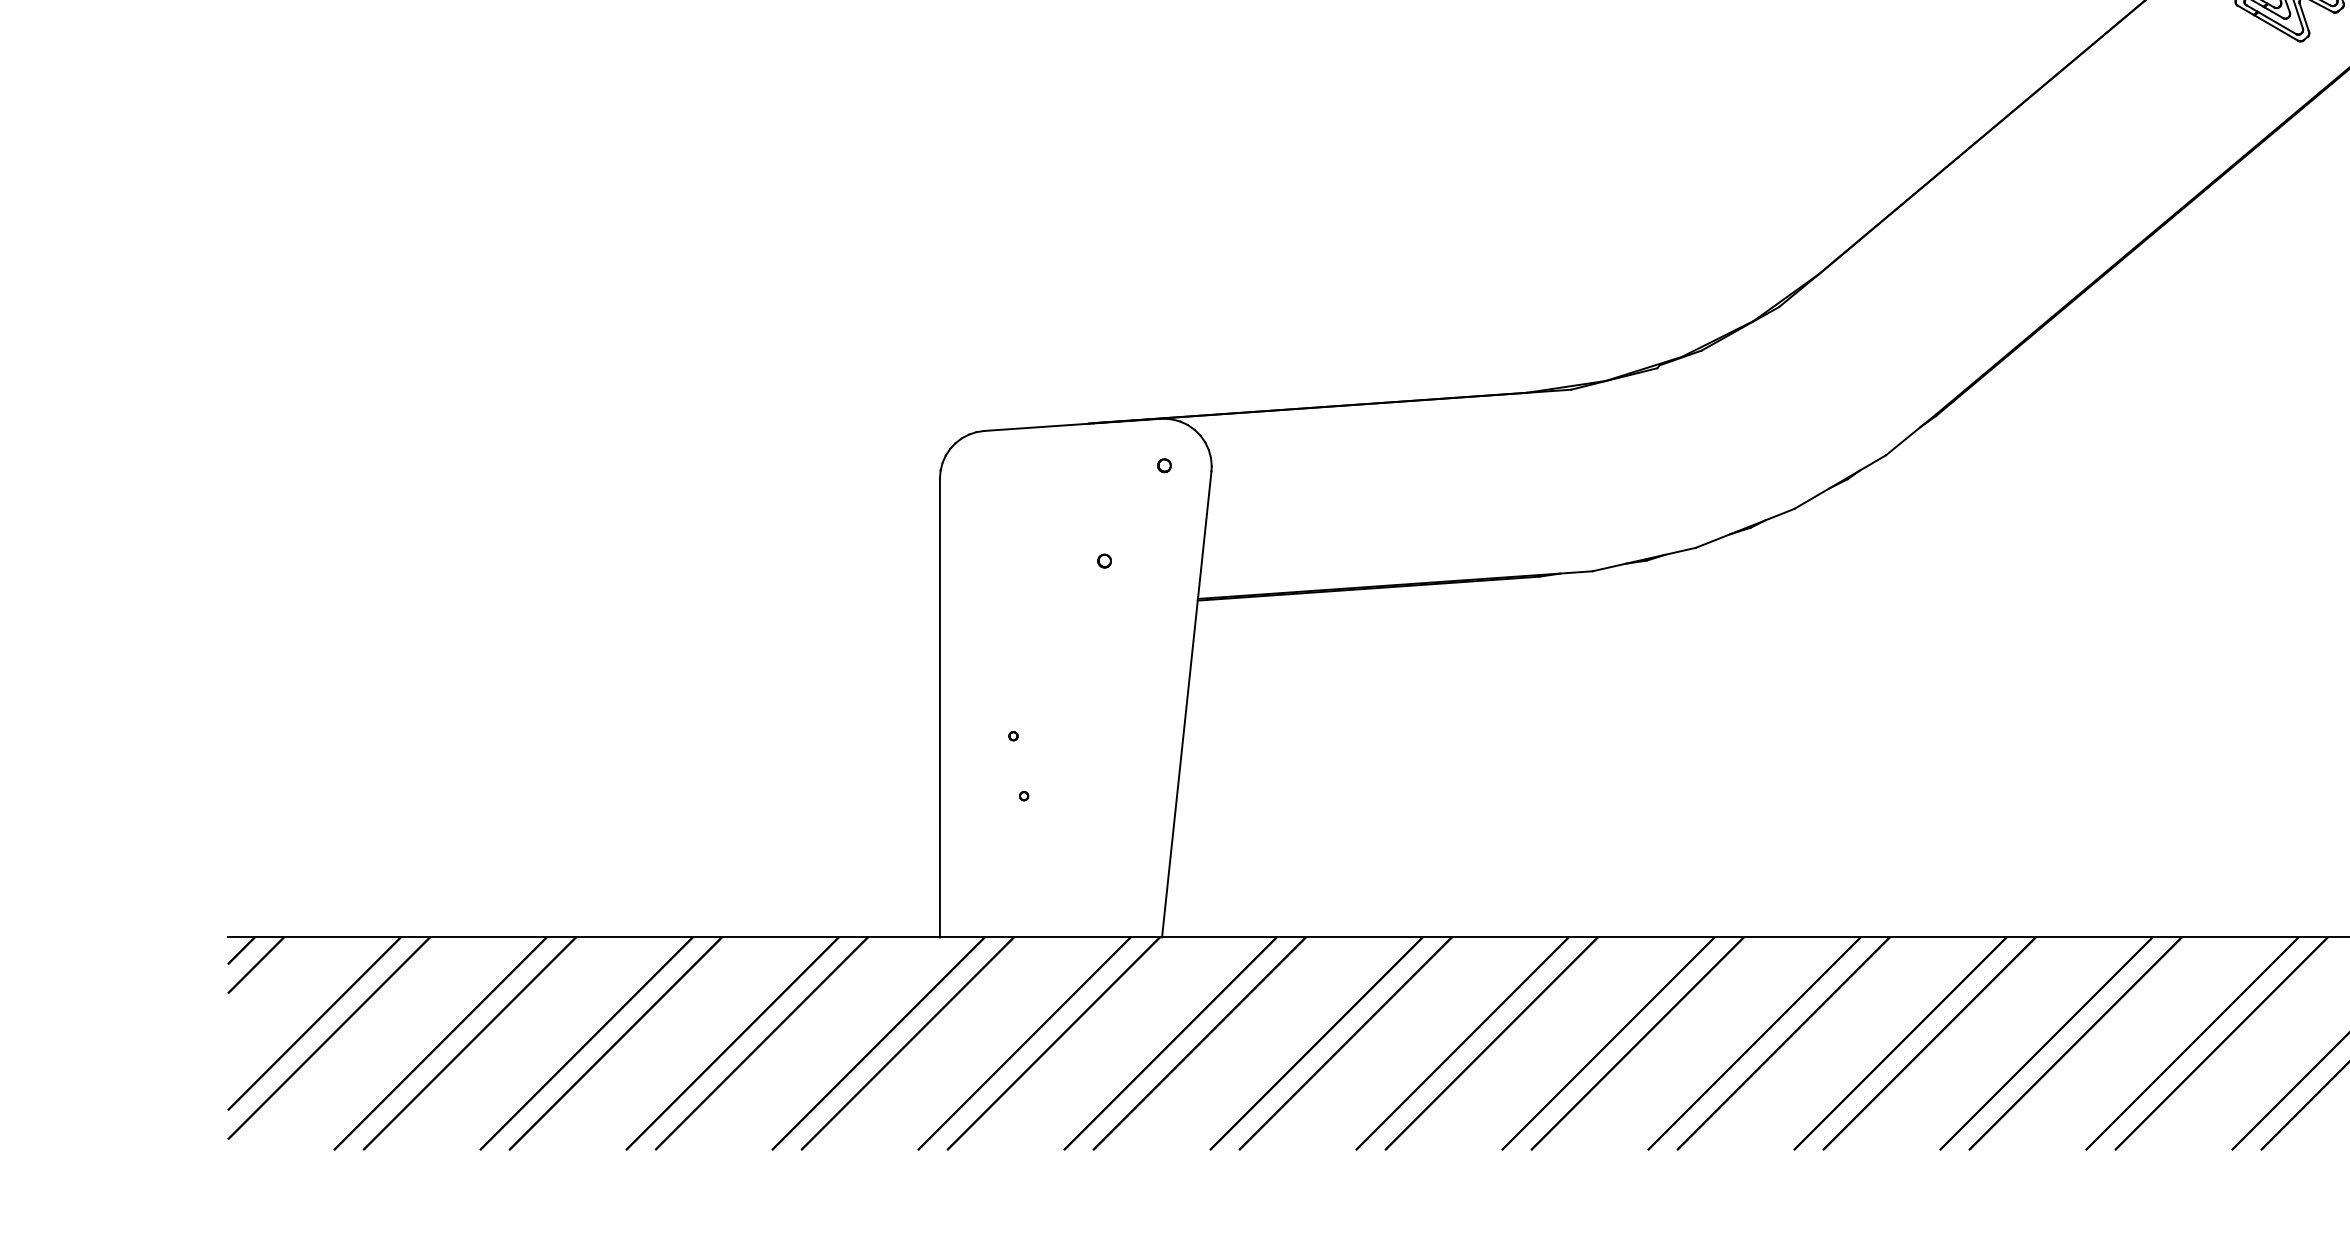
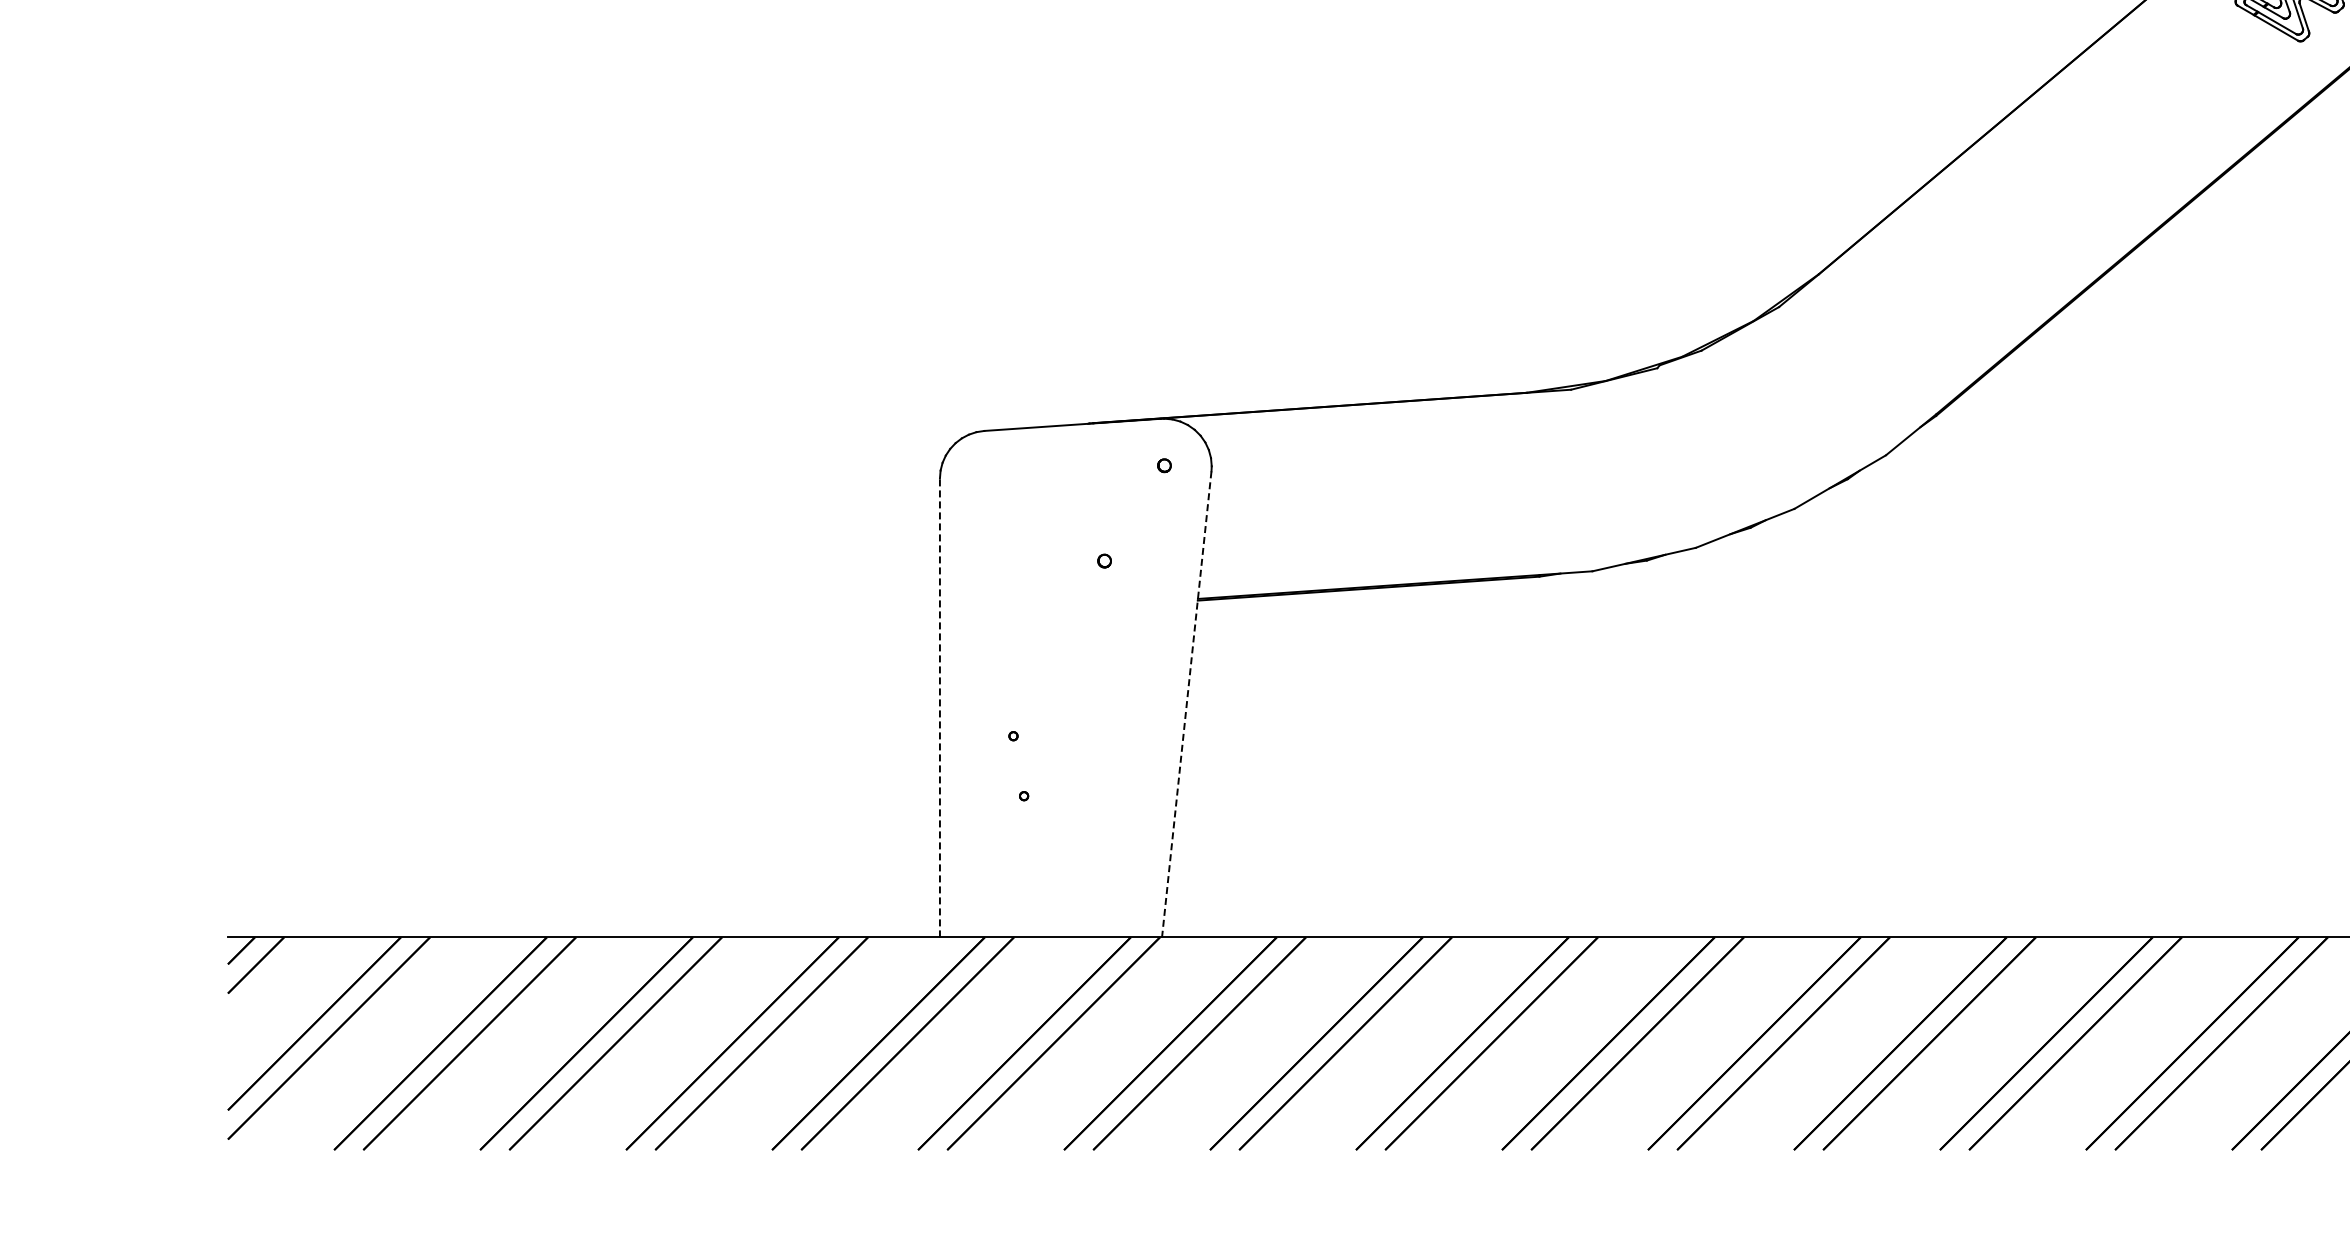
line at (1186, 704): solid -> dashed
line at (939, 707): solid -> dashed
